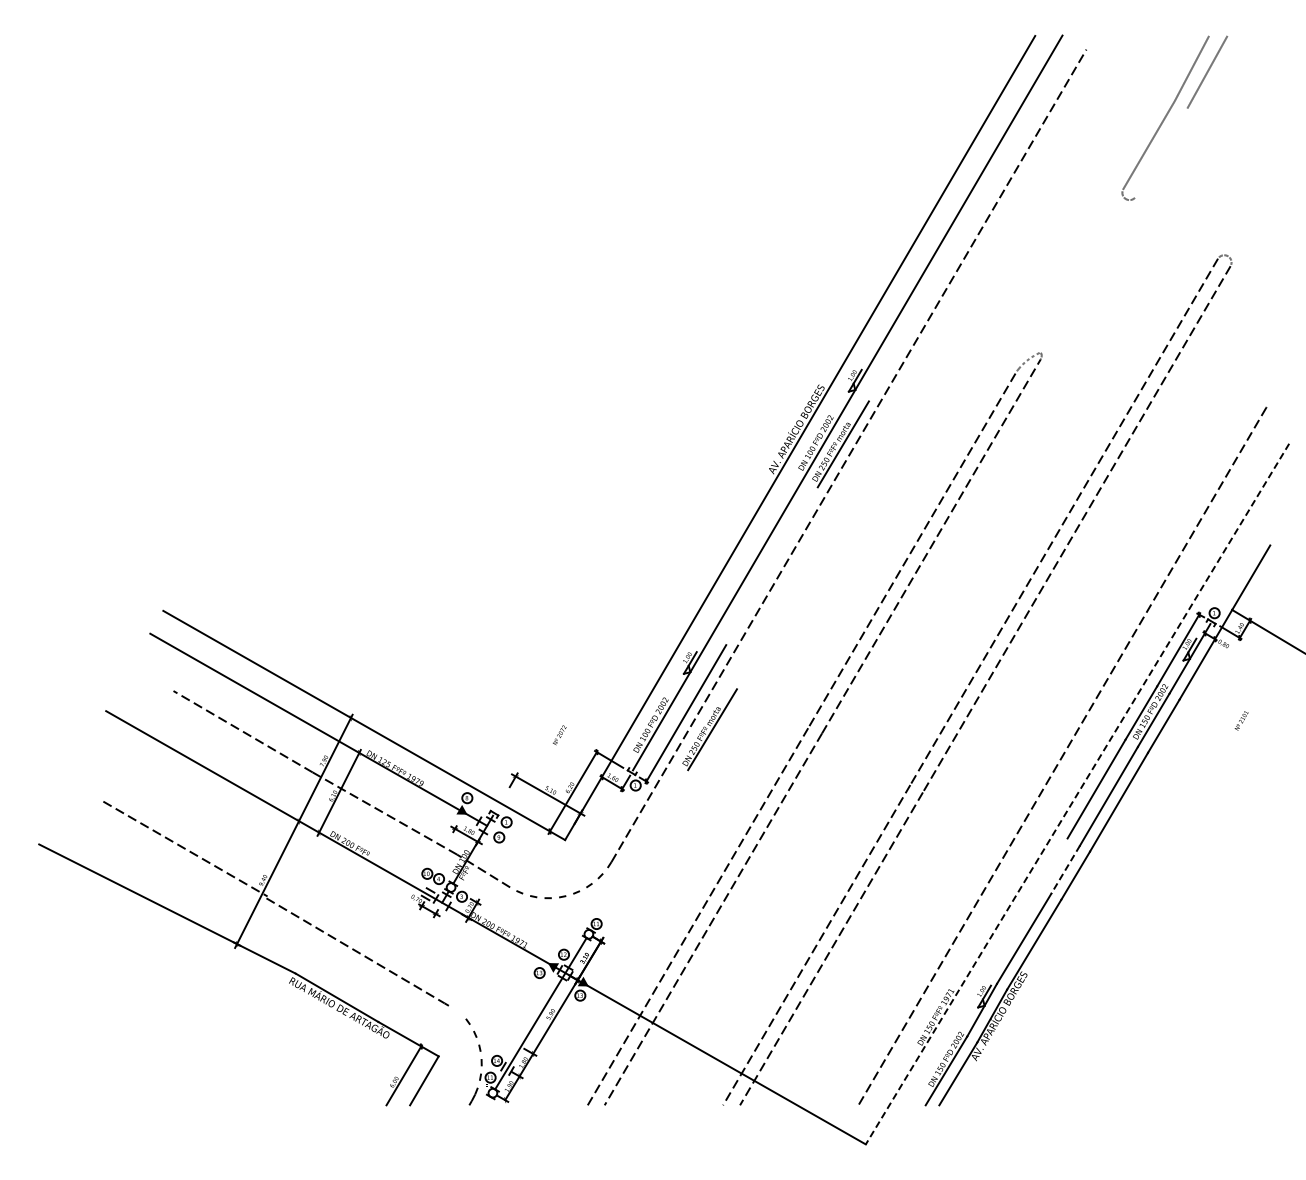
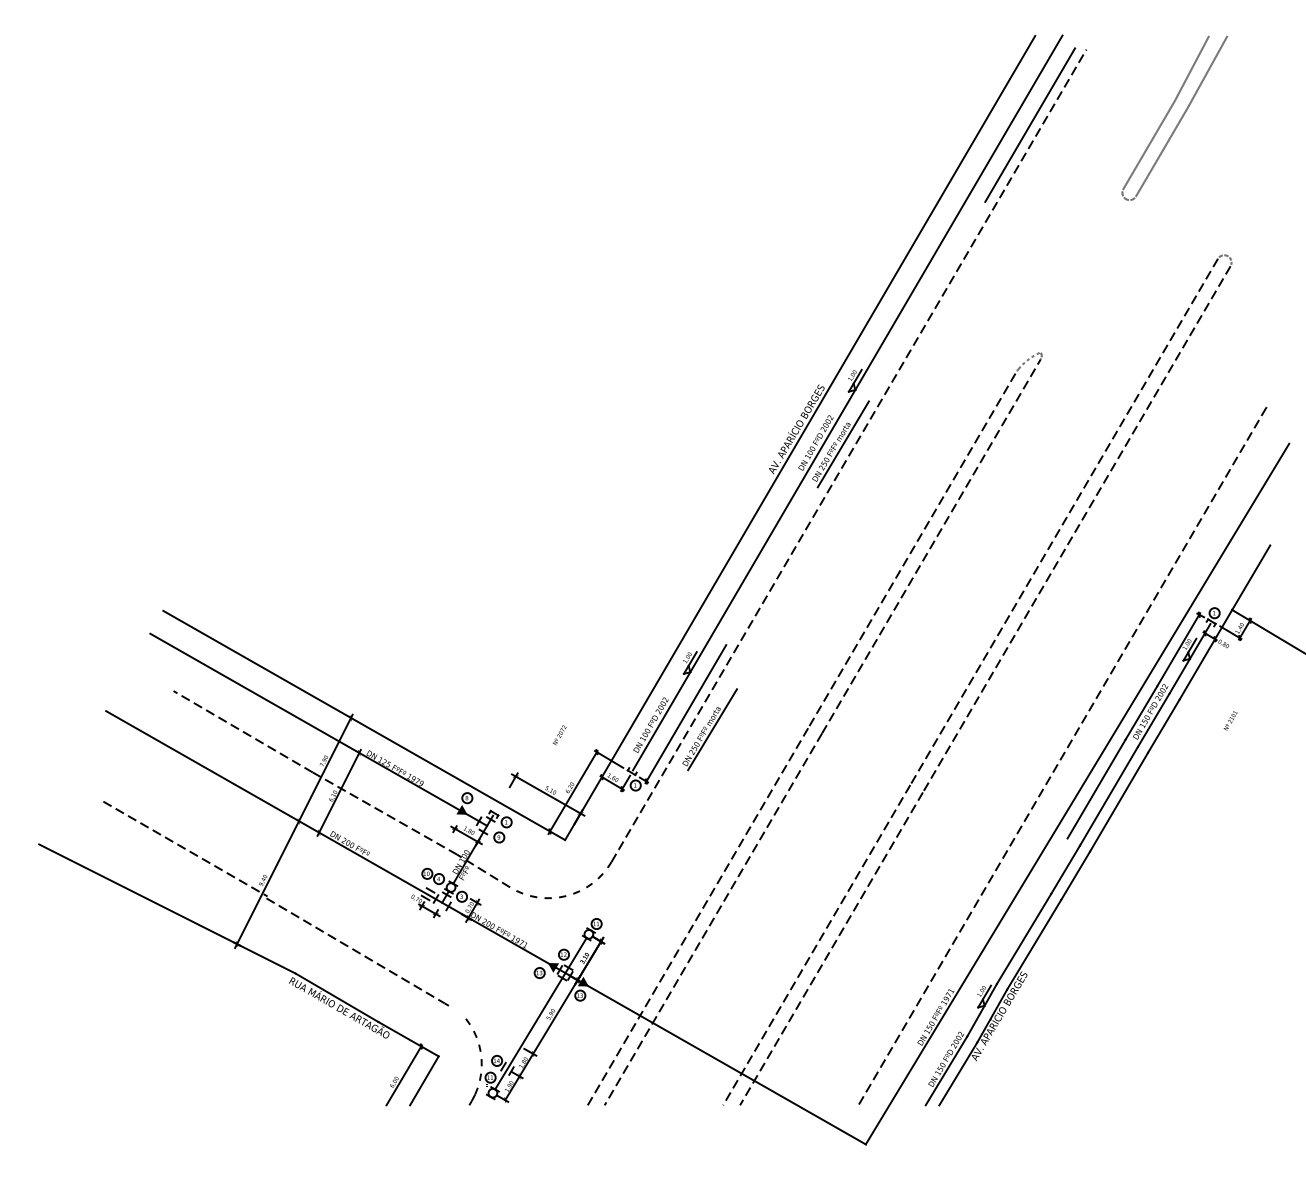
line at (1030, 125): none -> present
line at (1161, 152): none -> present
text at (1241, 720) position: (1241, 720) -> (1230, 720)
line at (1077, 794): dashed -> solid
line at (1065, 870): dashed -> solid
